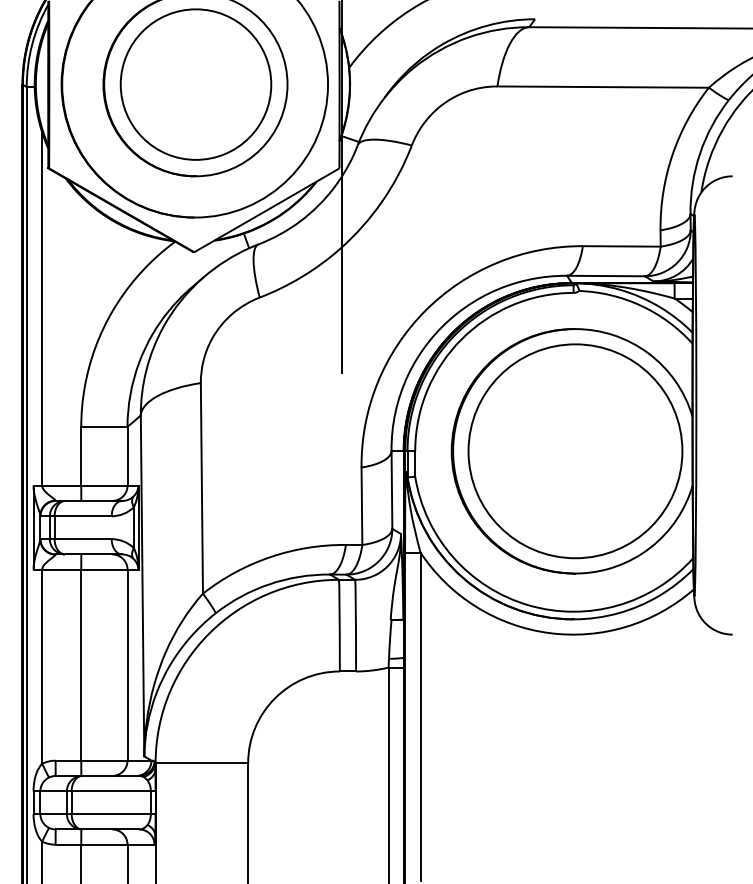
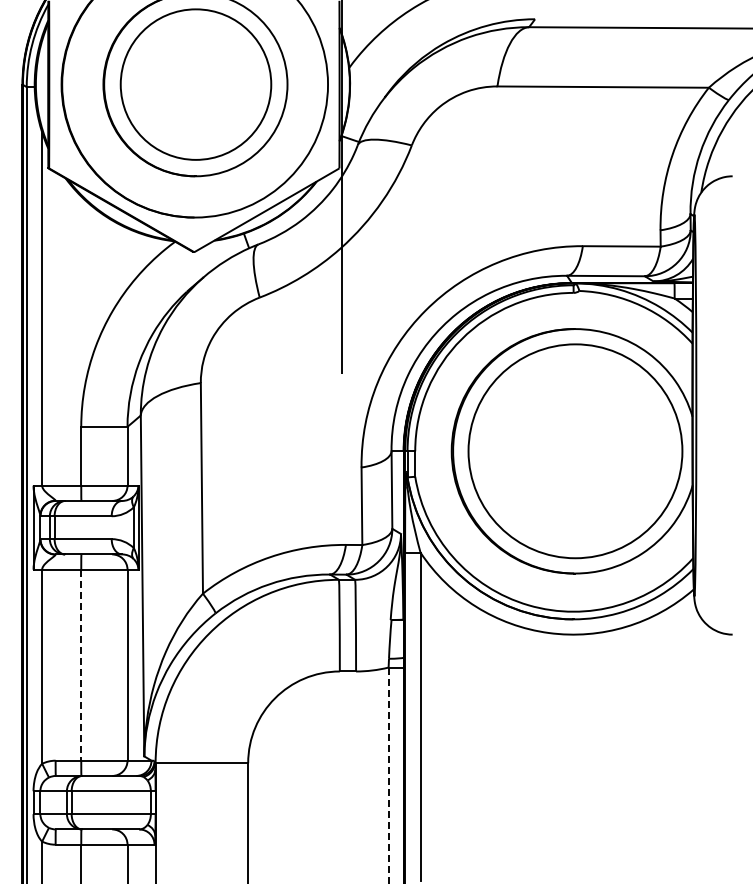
line at (81, 665): solid -> dashed
line at (388, 775): solid -> dashed
